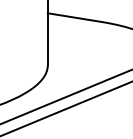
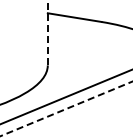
line at (47, 32): solid -> dashed
line at (67, 108): solid -> dashed
